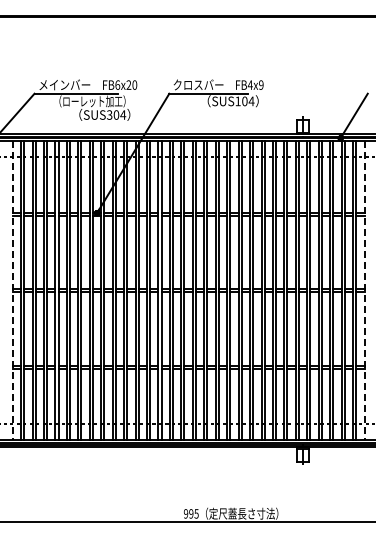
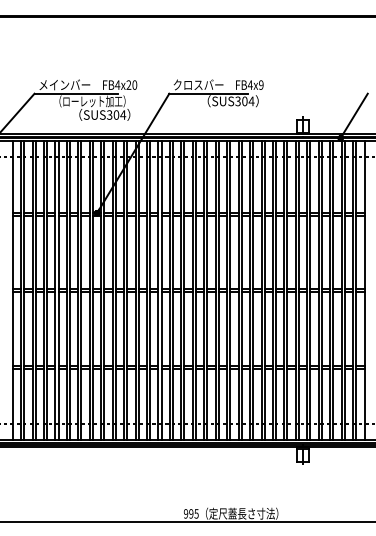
text at (117, 84): FB6x20 -> FB4x20
text at (237, 101): SUS104 -> SUS304
line at (12, 290): dashed -> solid
line at (364, 290): dashed -> solid
